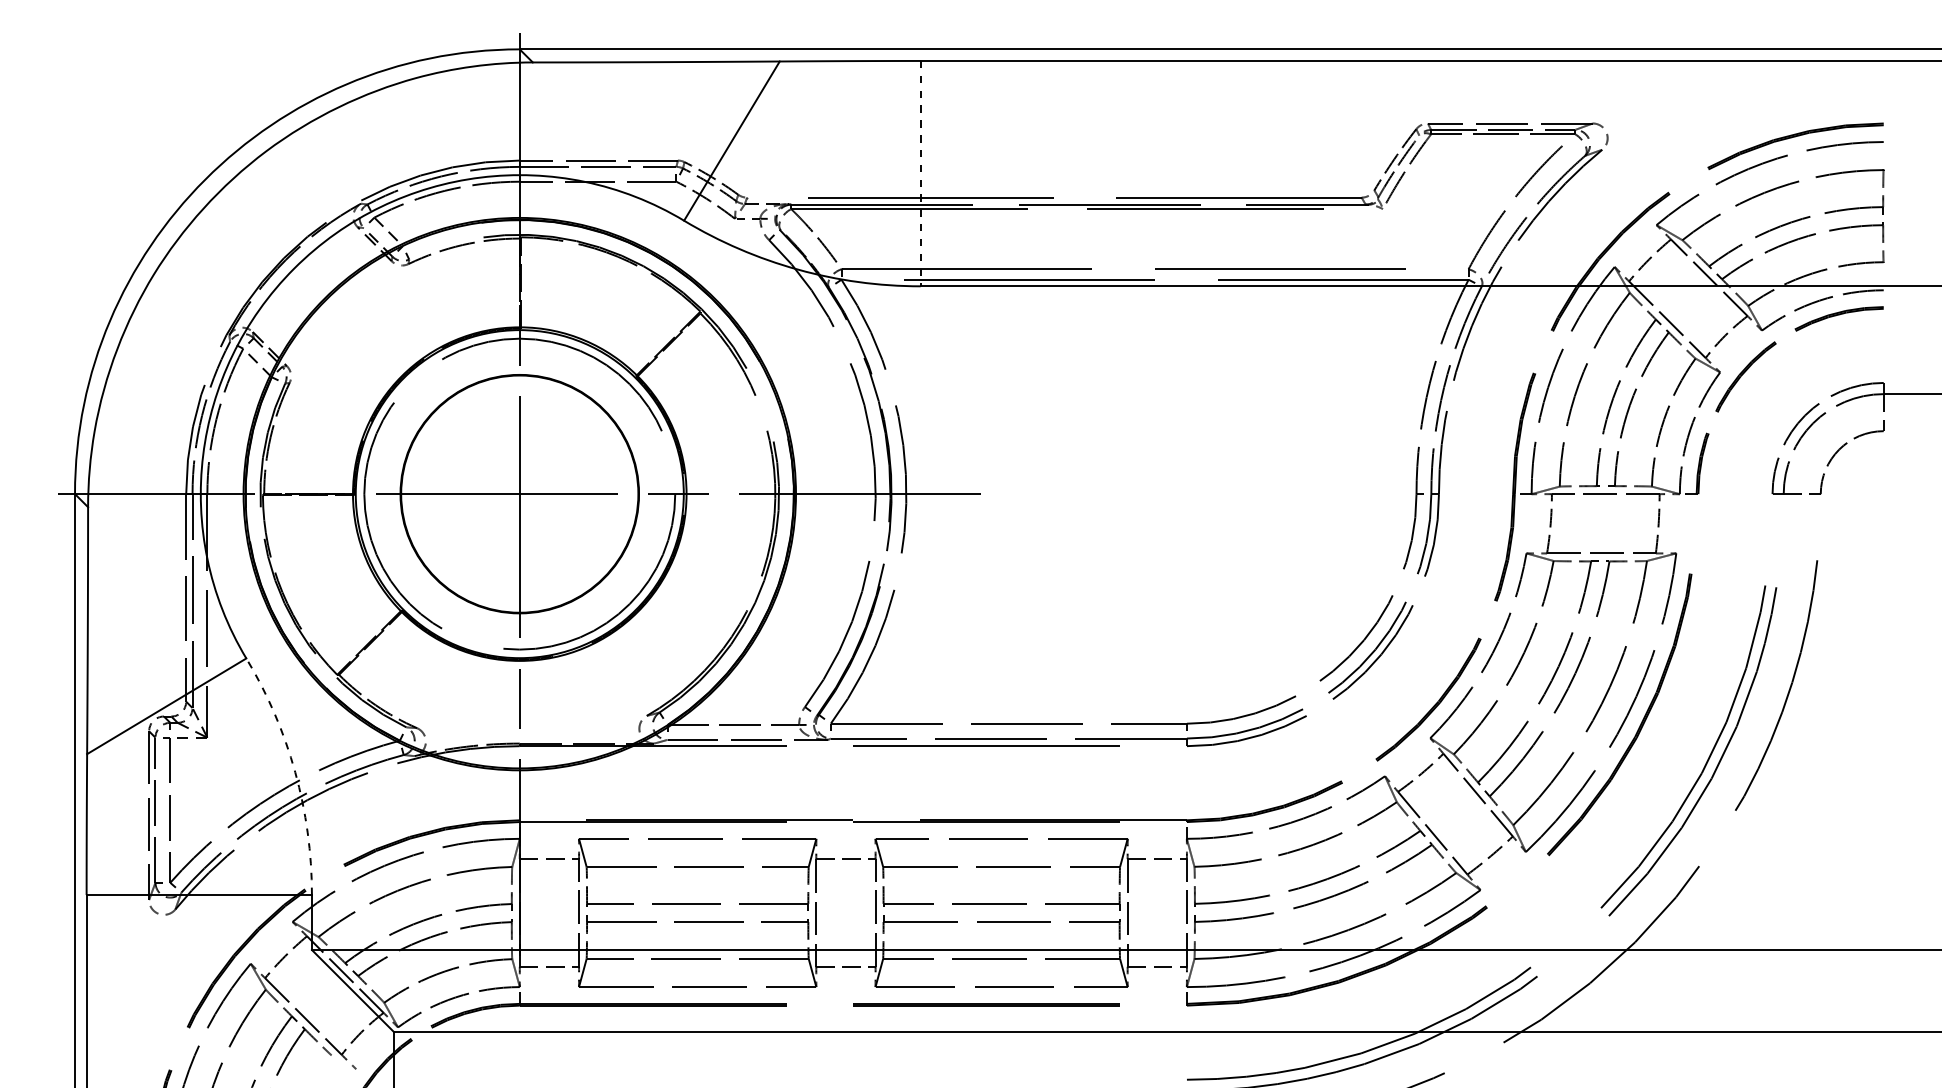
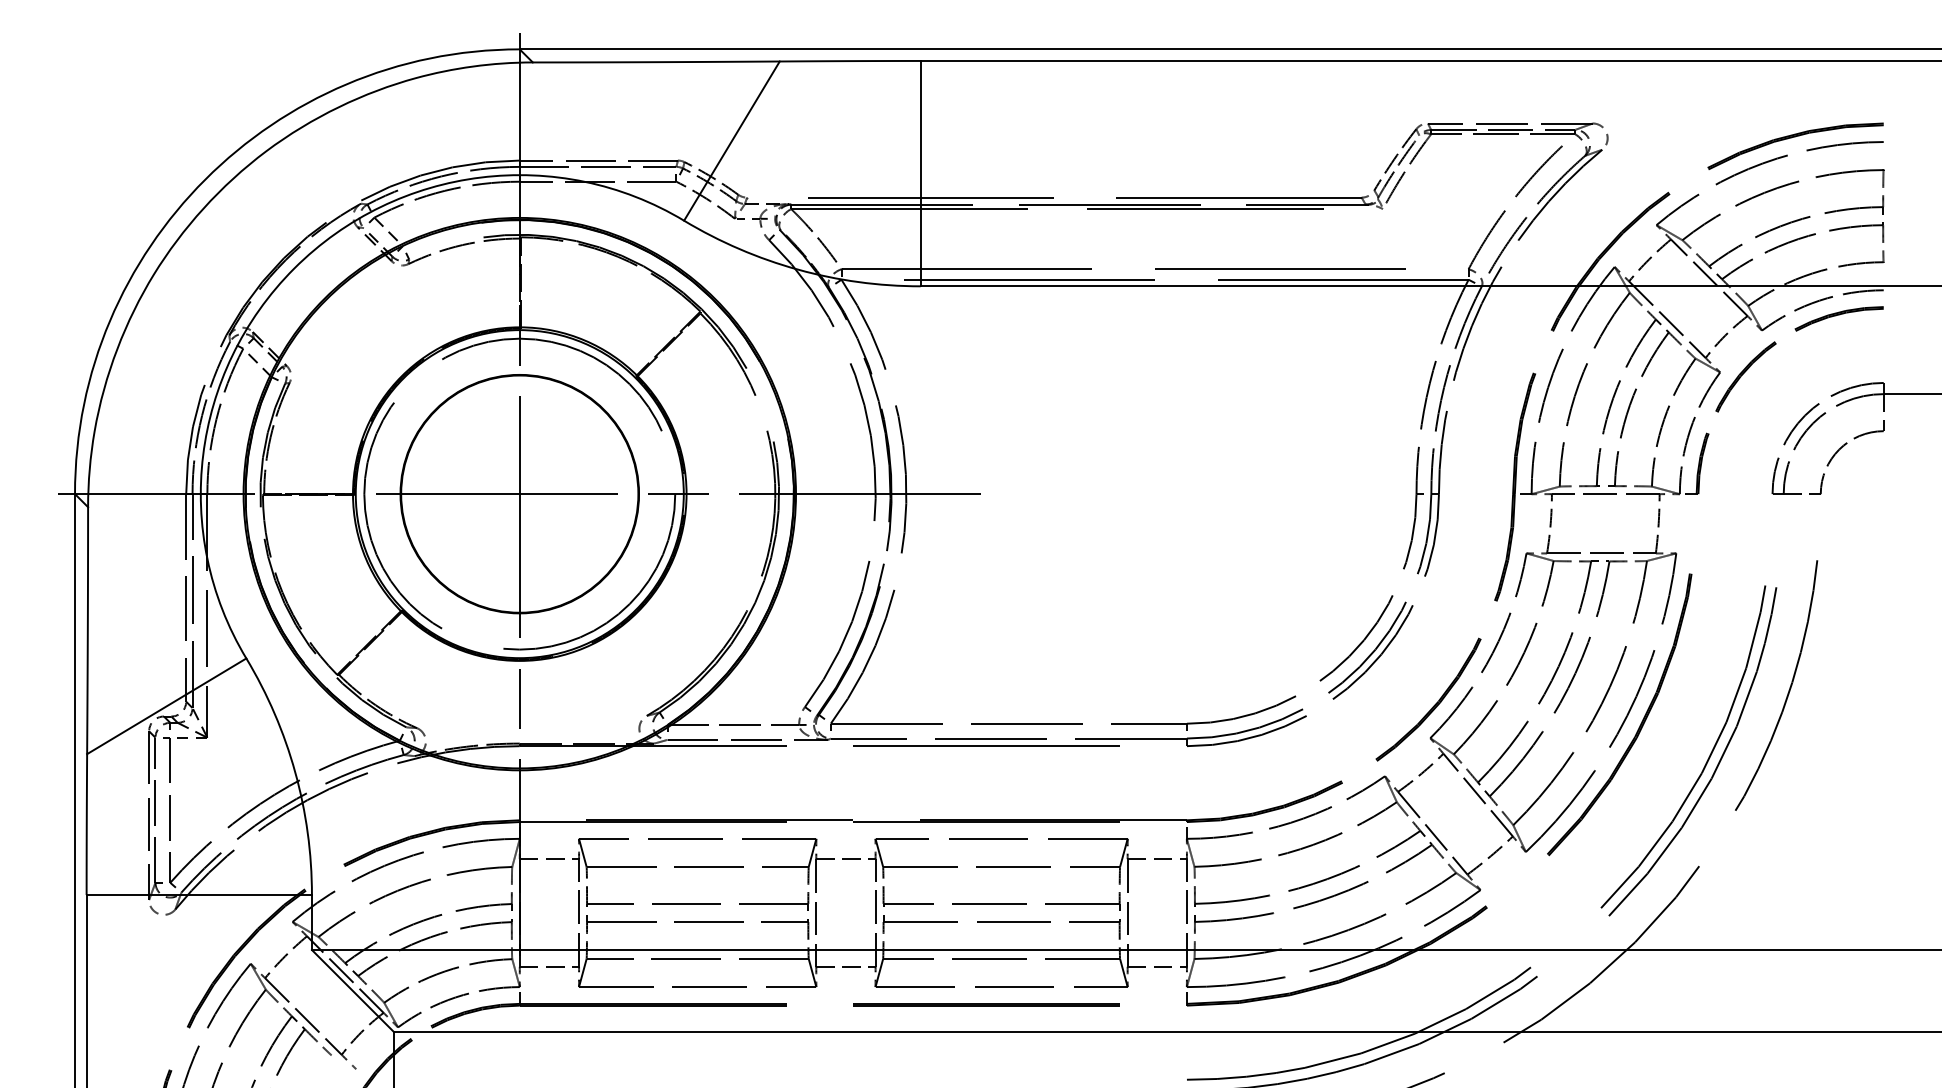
line at (920, 173): dashed -> solid
arc at (295, 772): dashed -> solid
